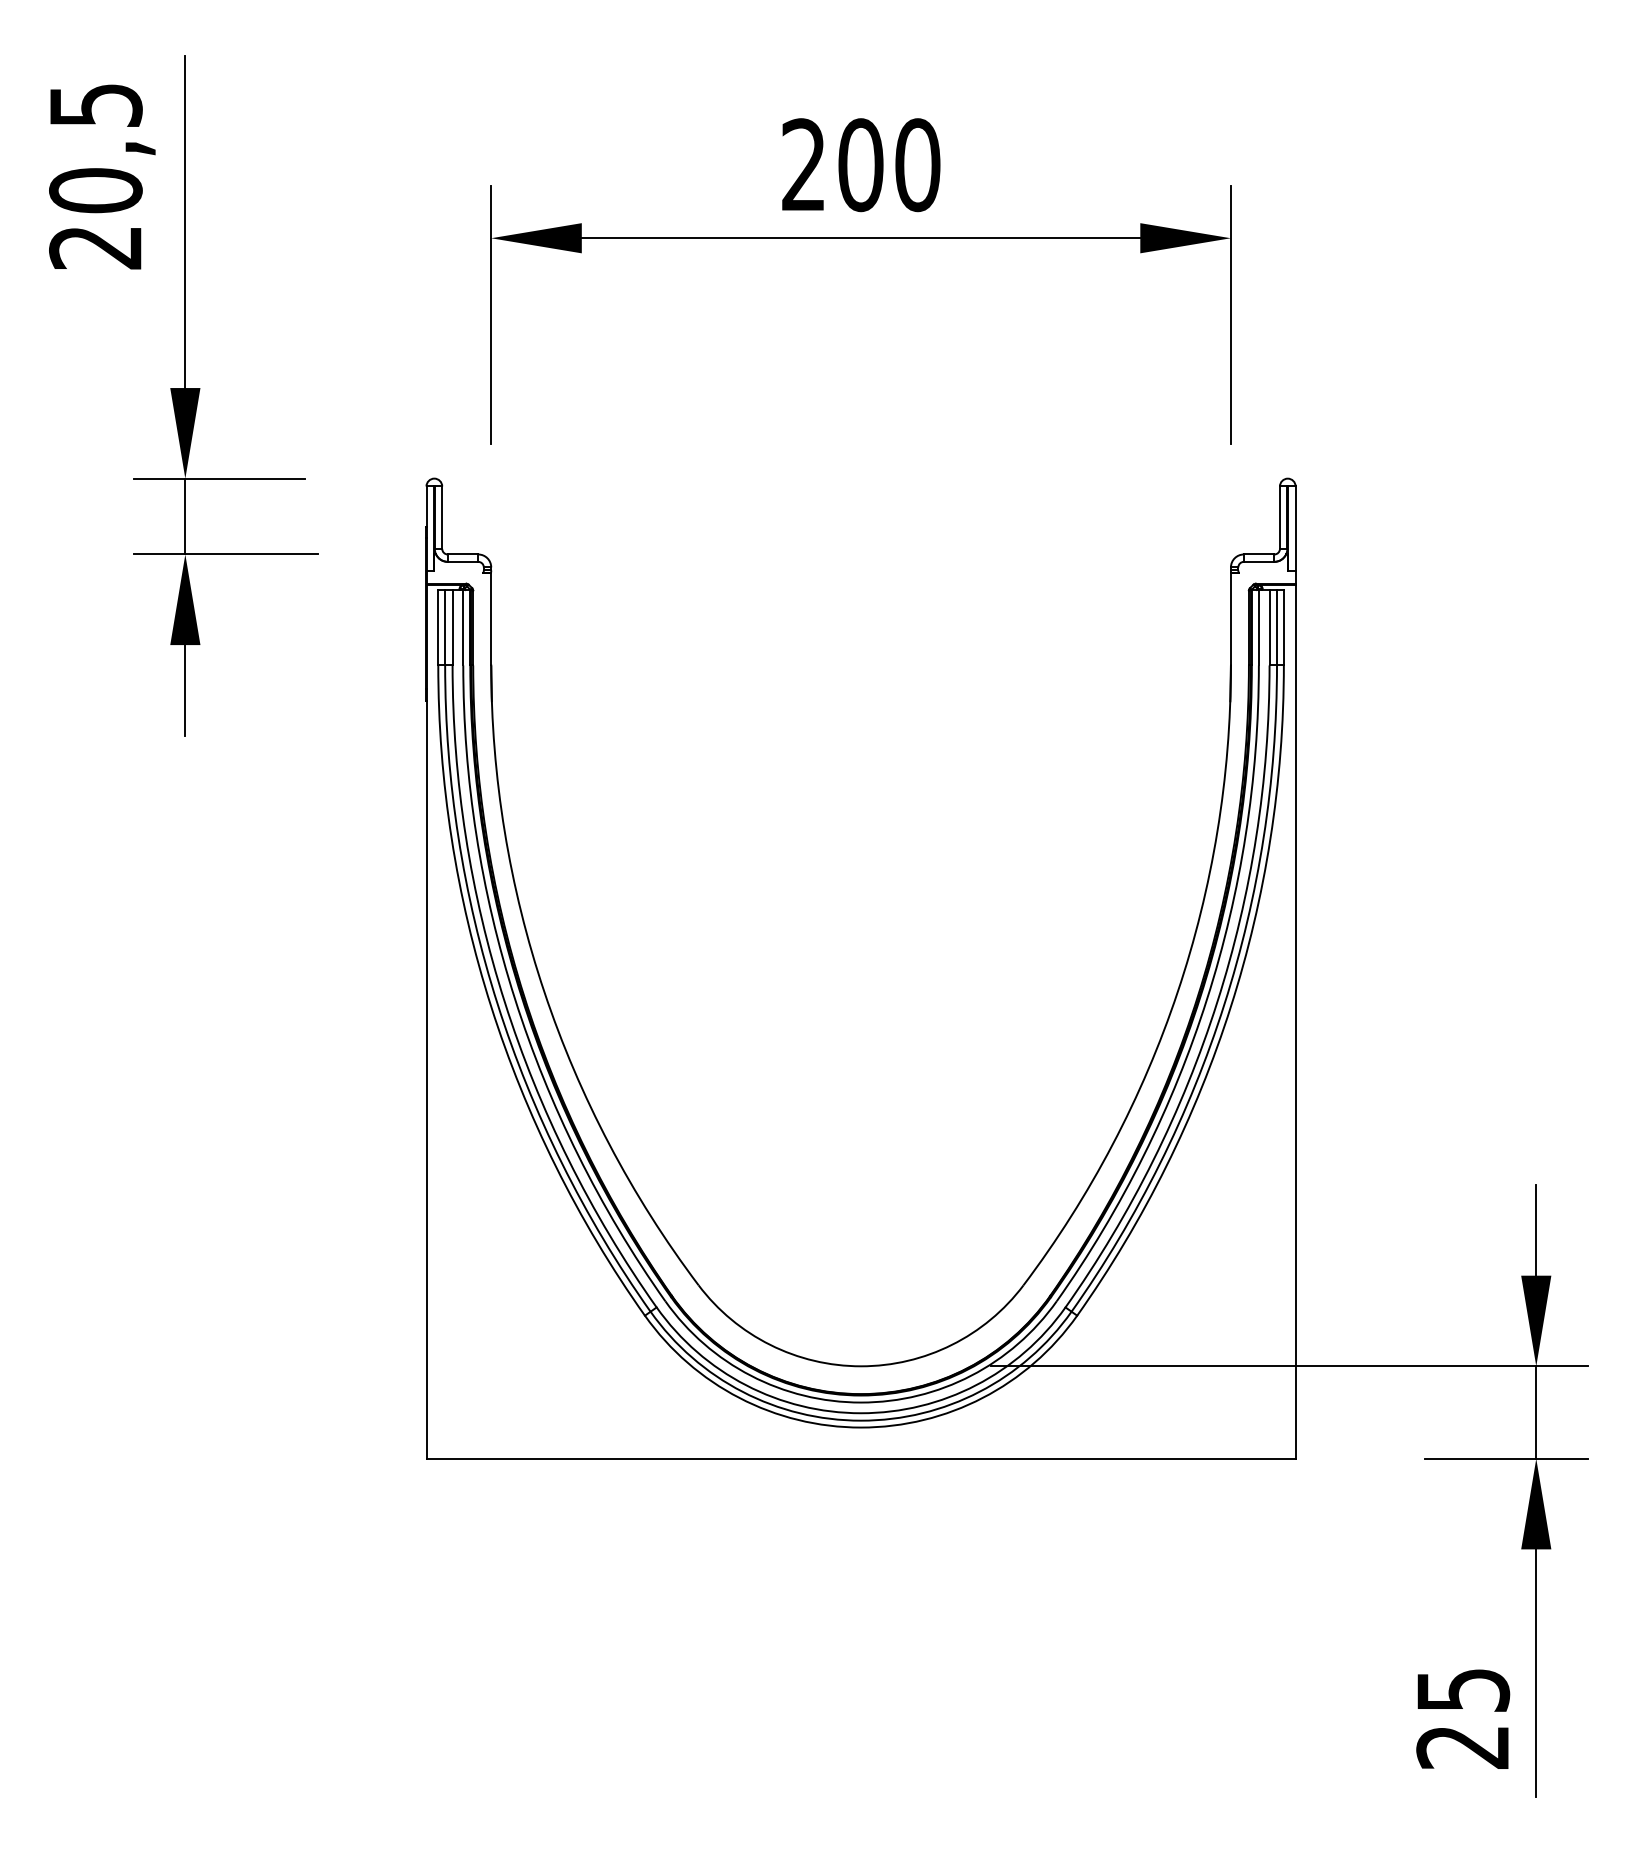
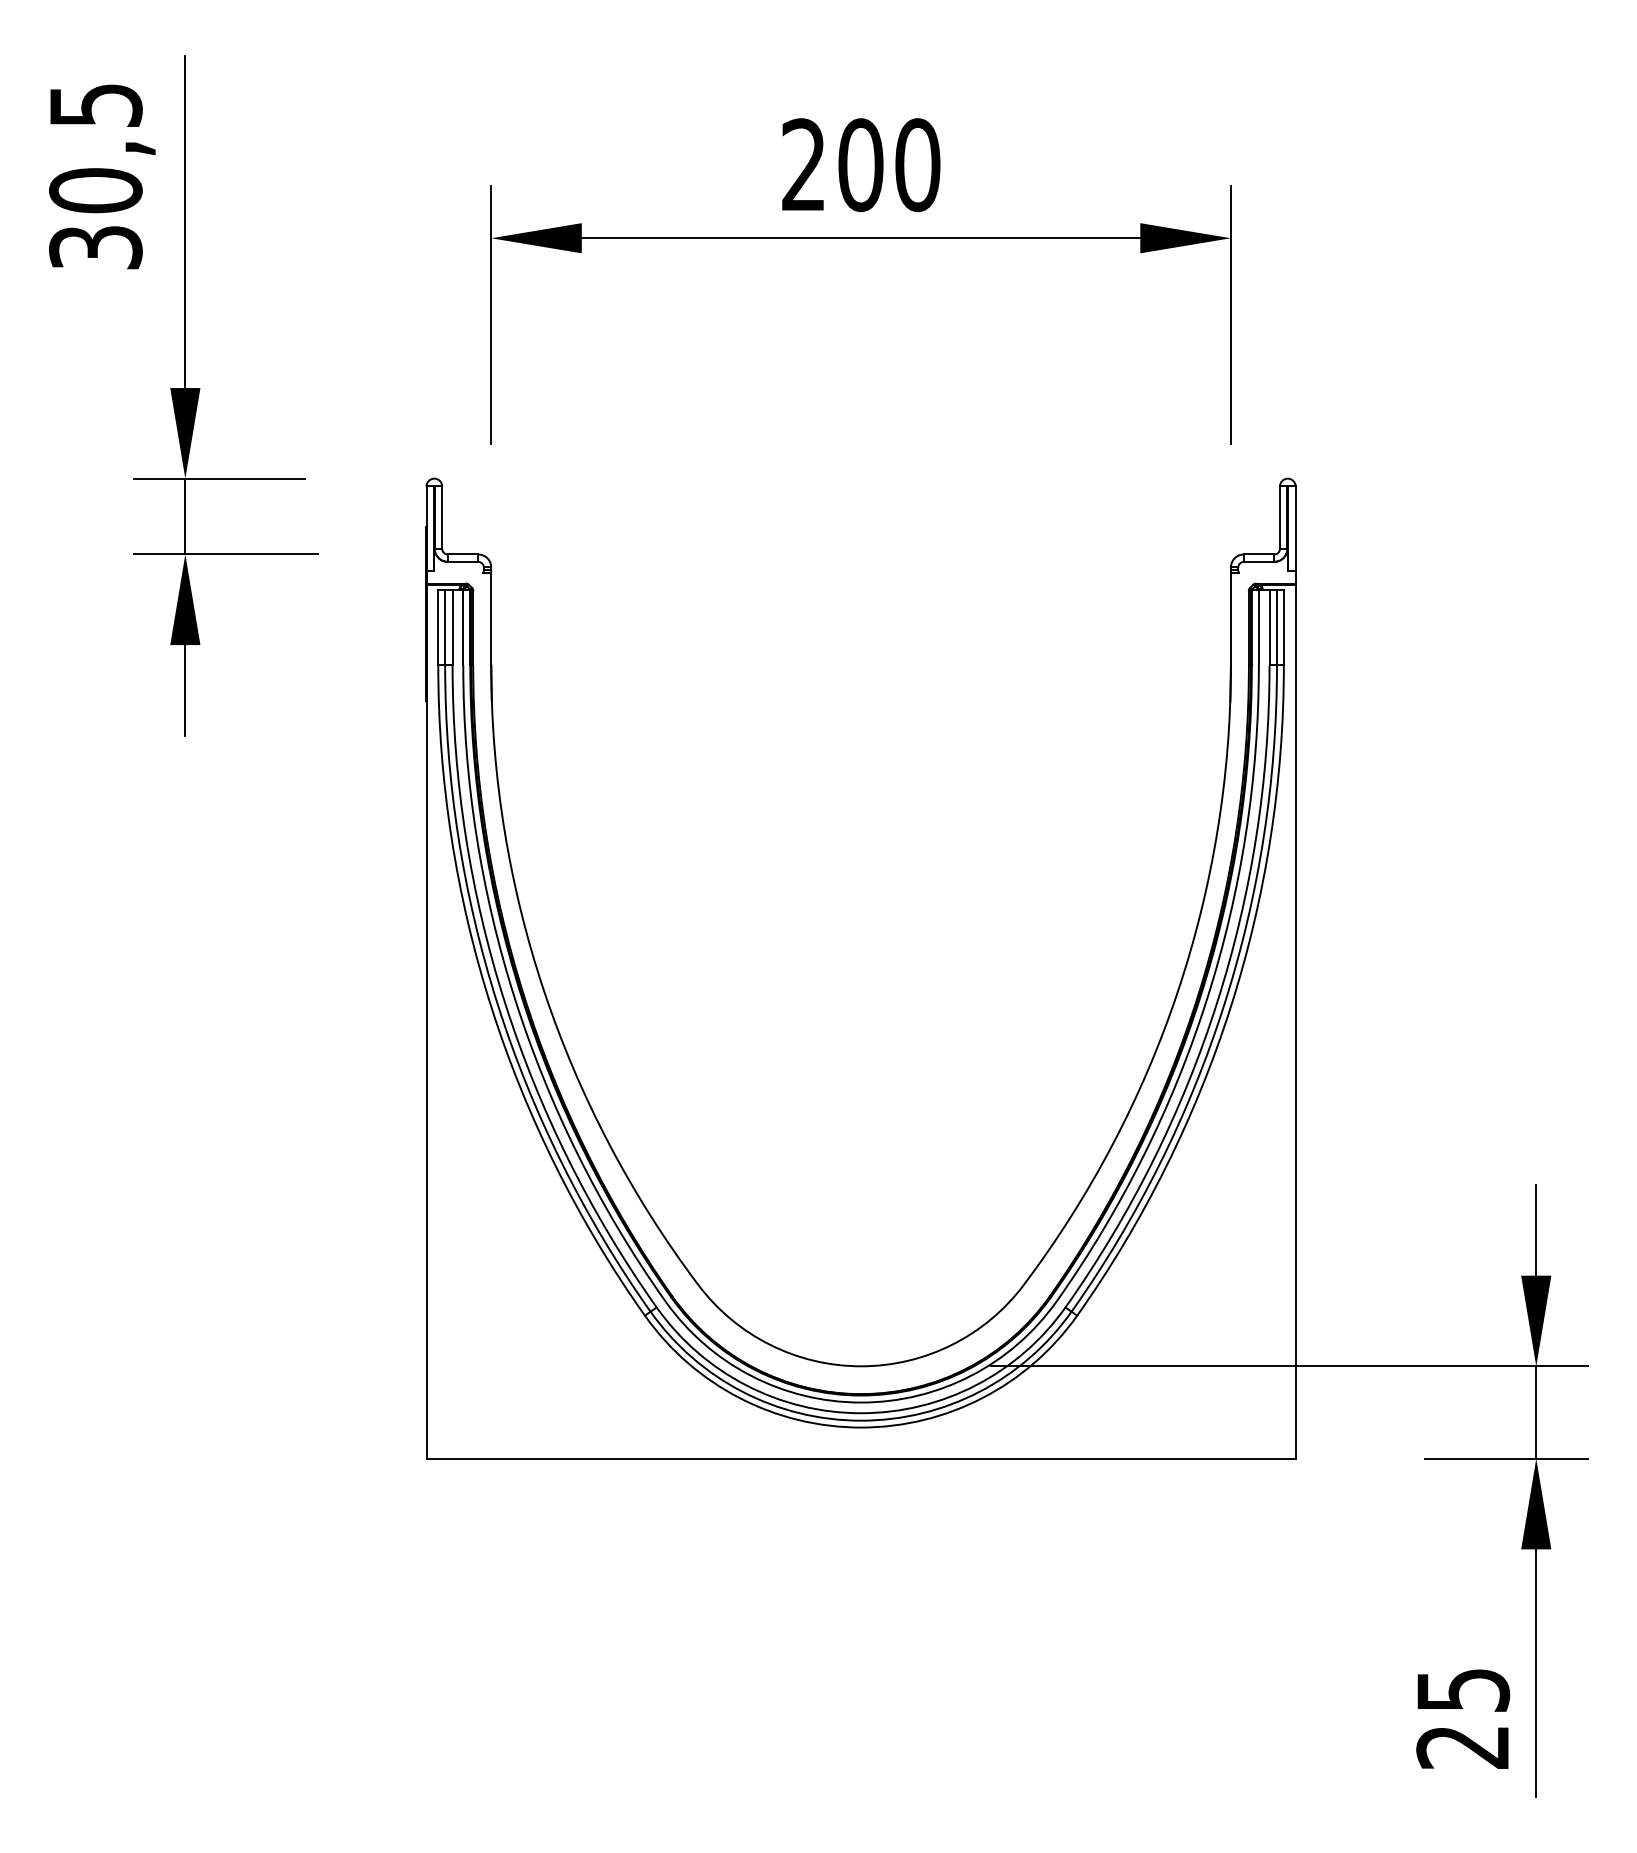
text at (95, 247): 20,5 -> 30,5
